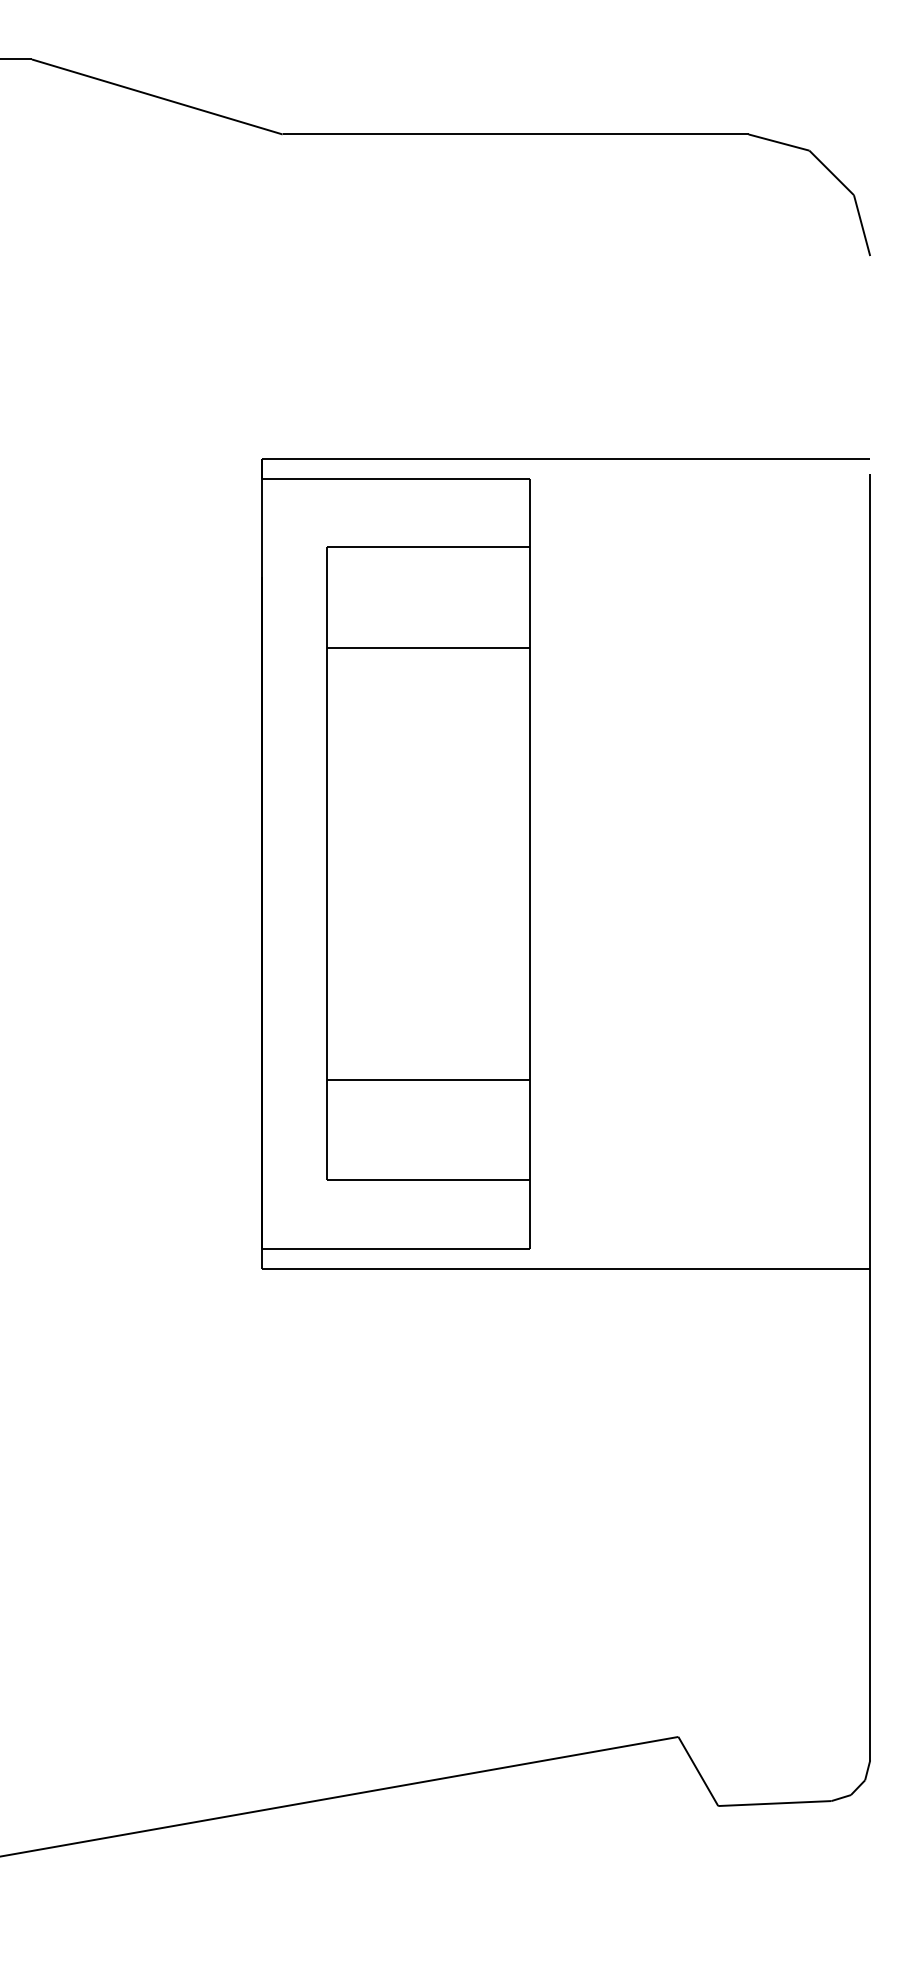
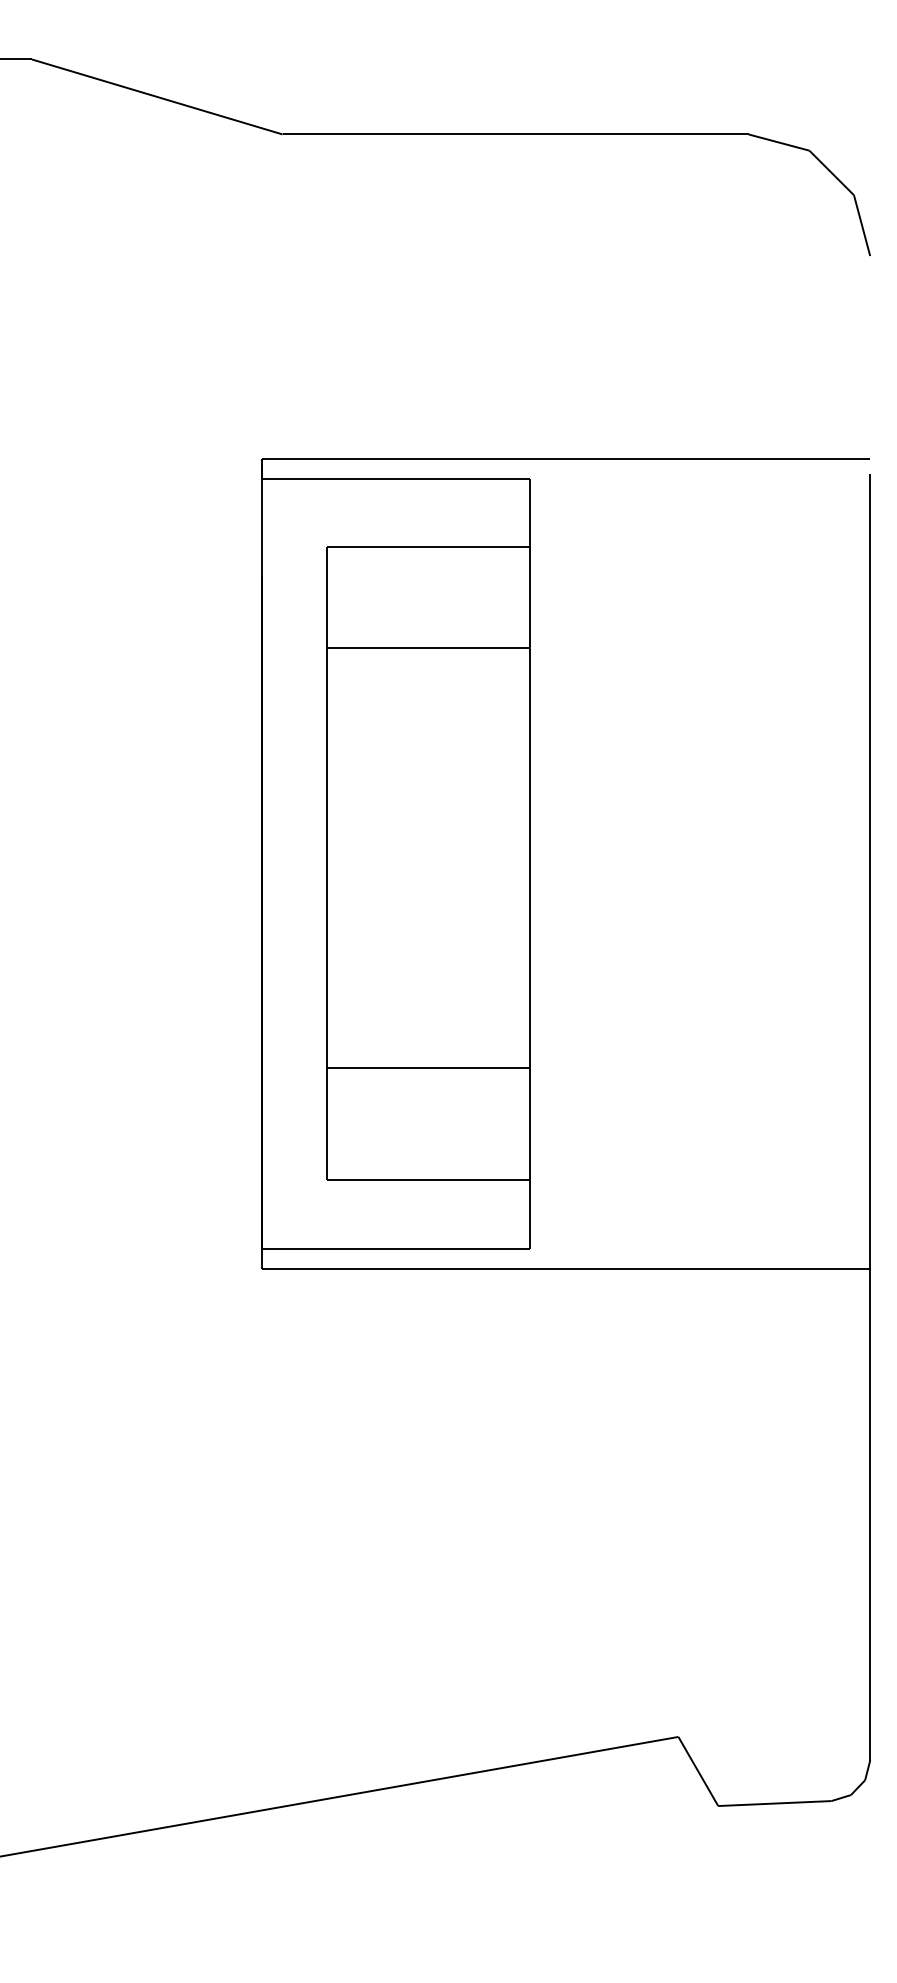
line at (428, 1079) position: (428, 1079) -> (428, 1067)
